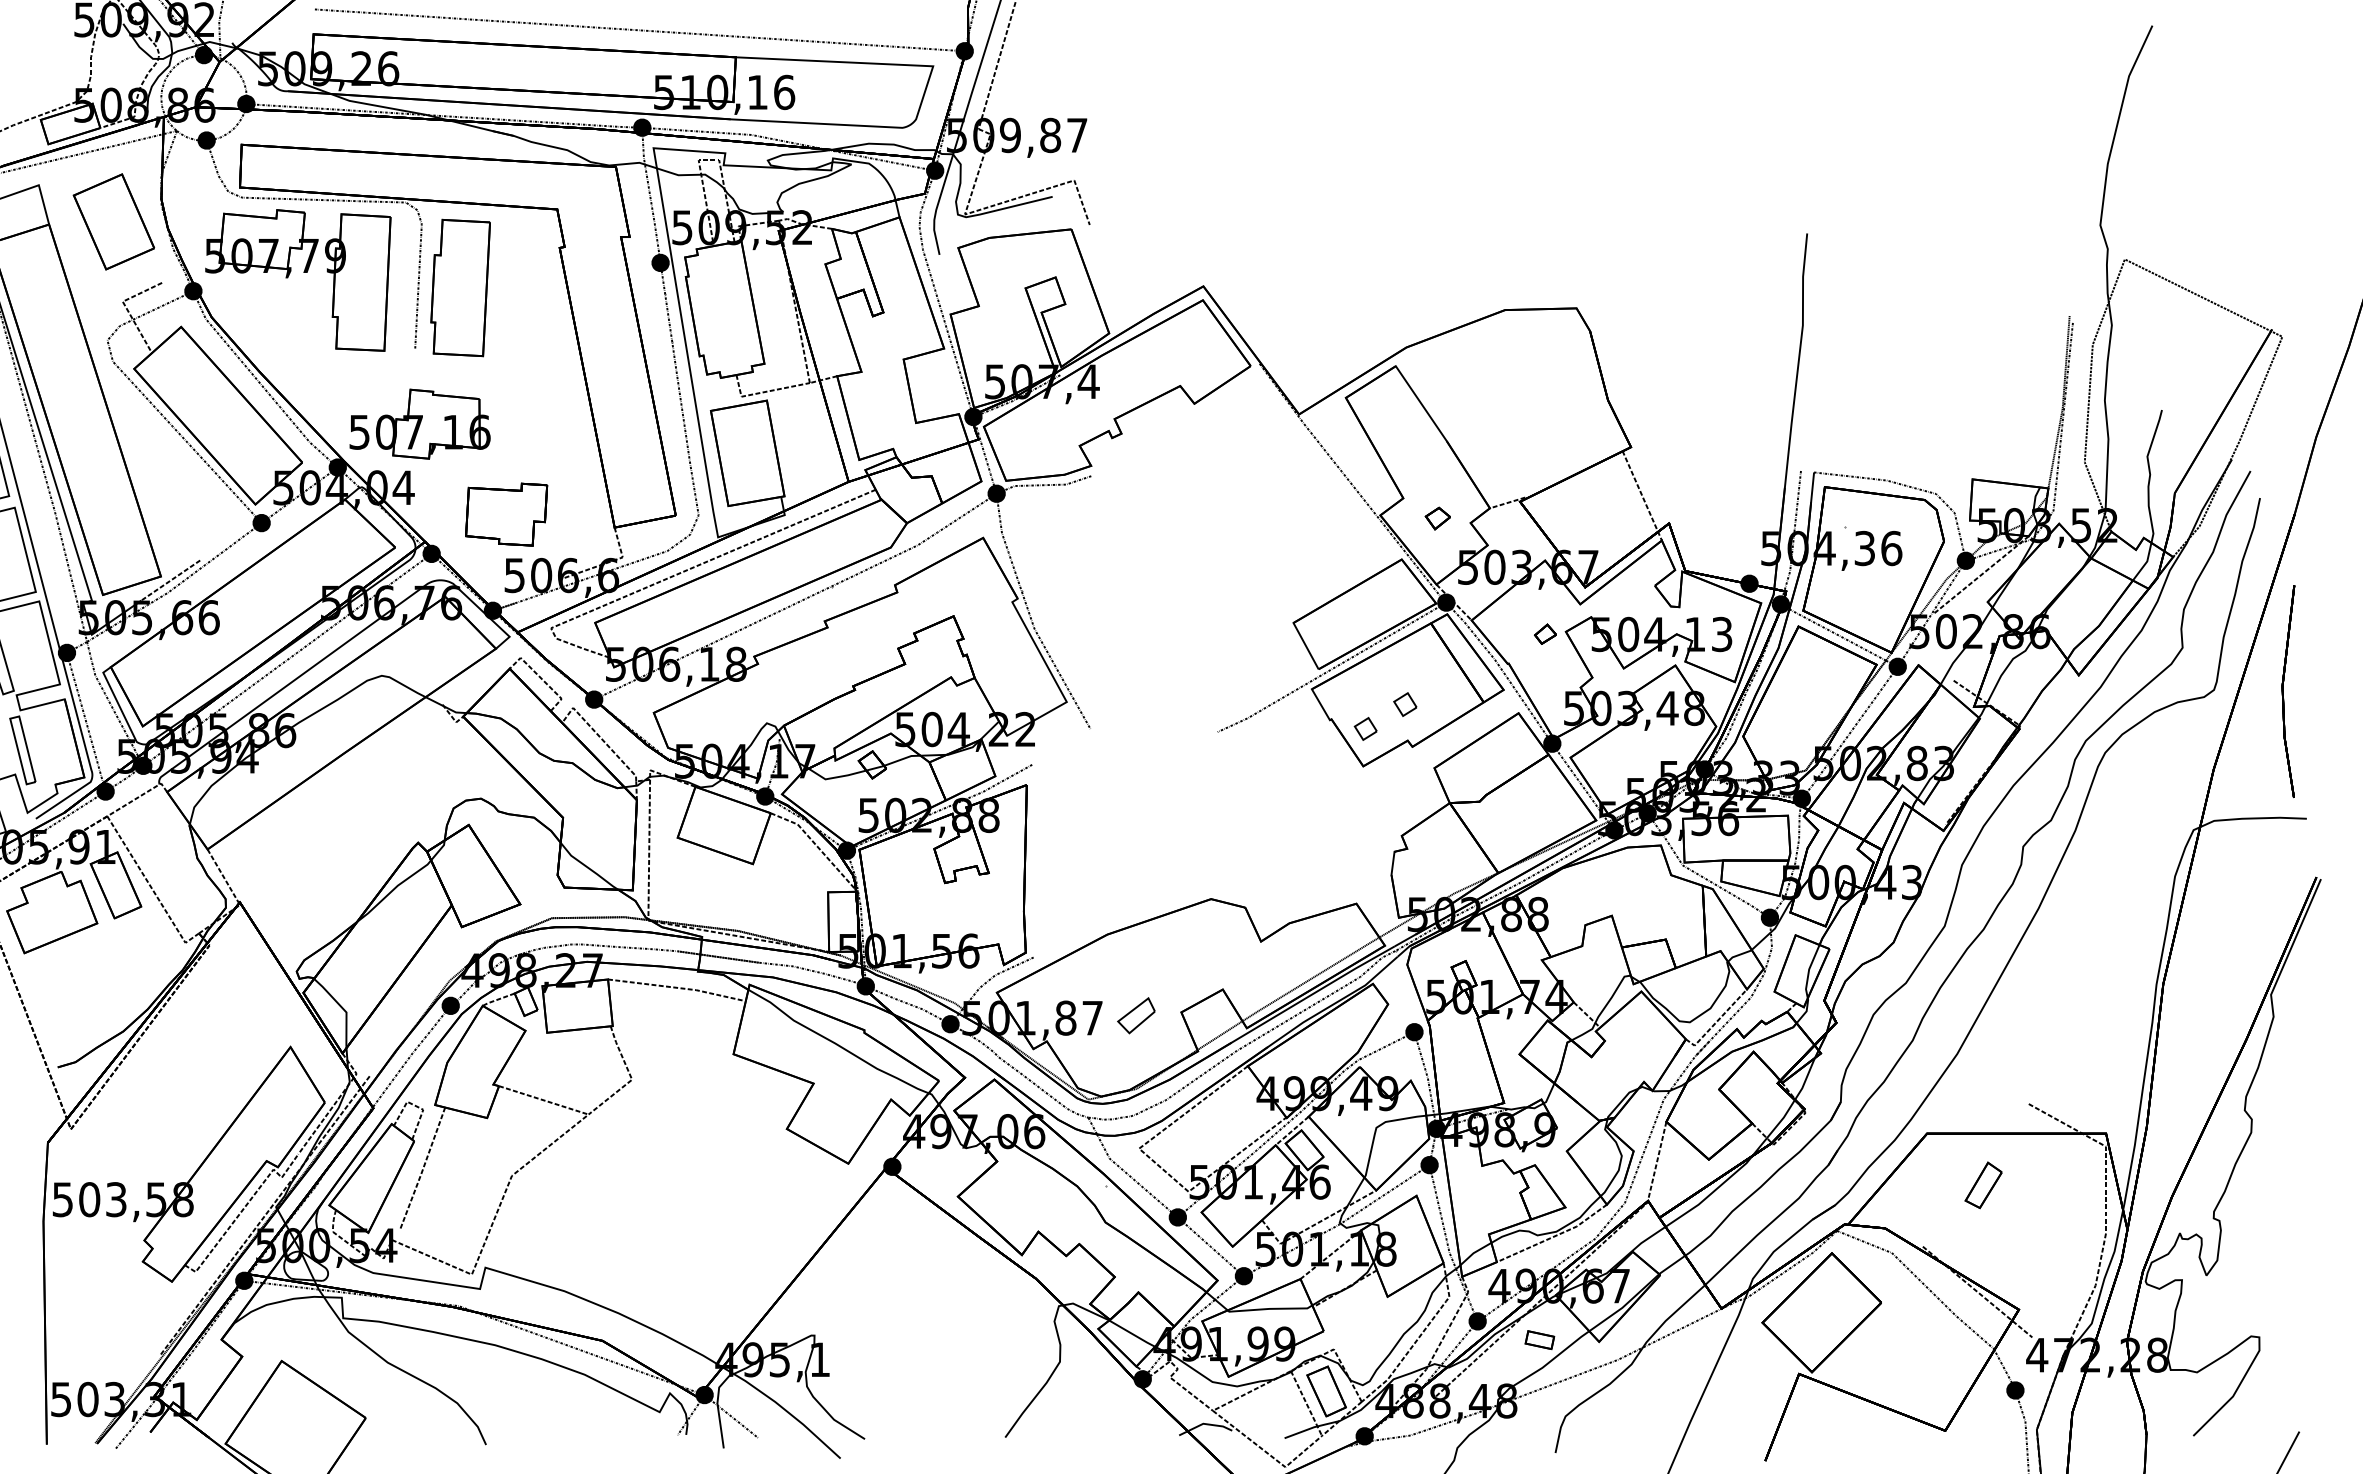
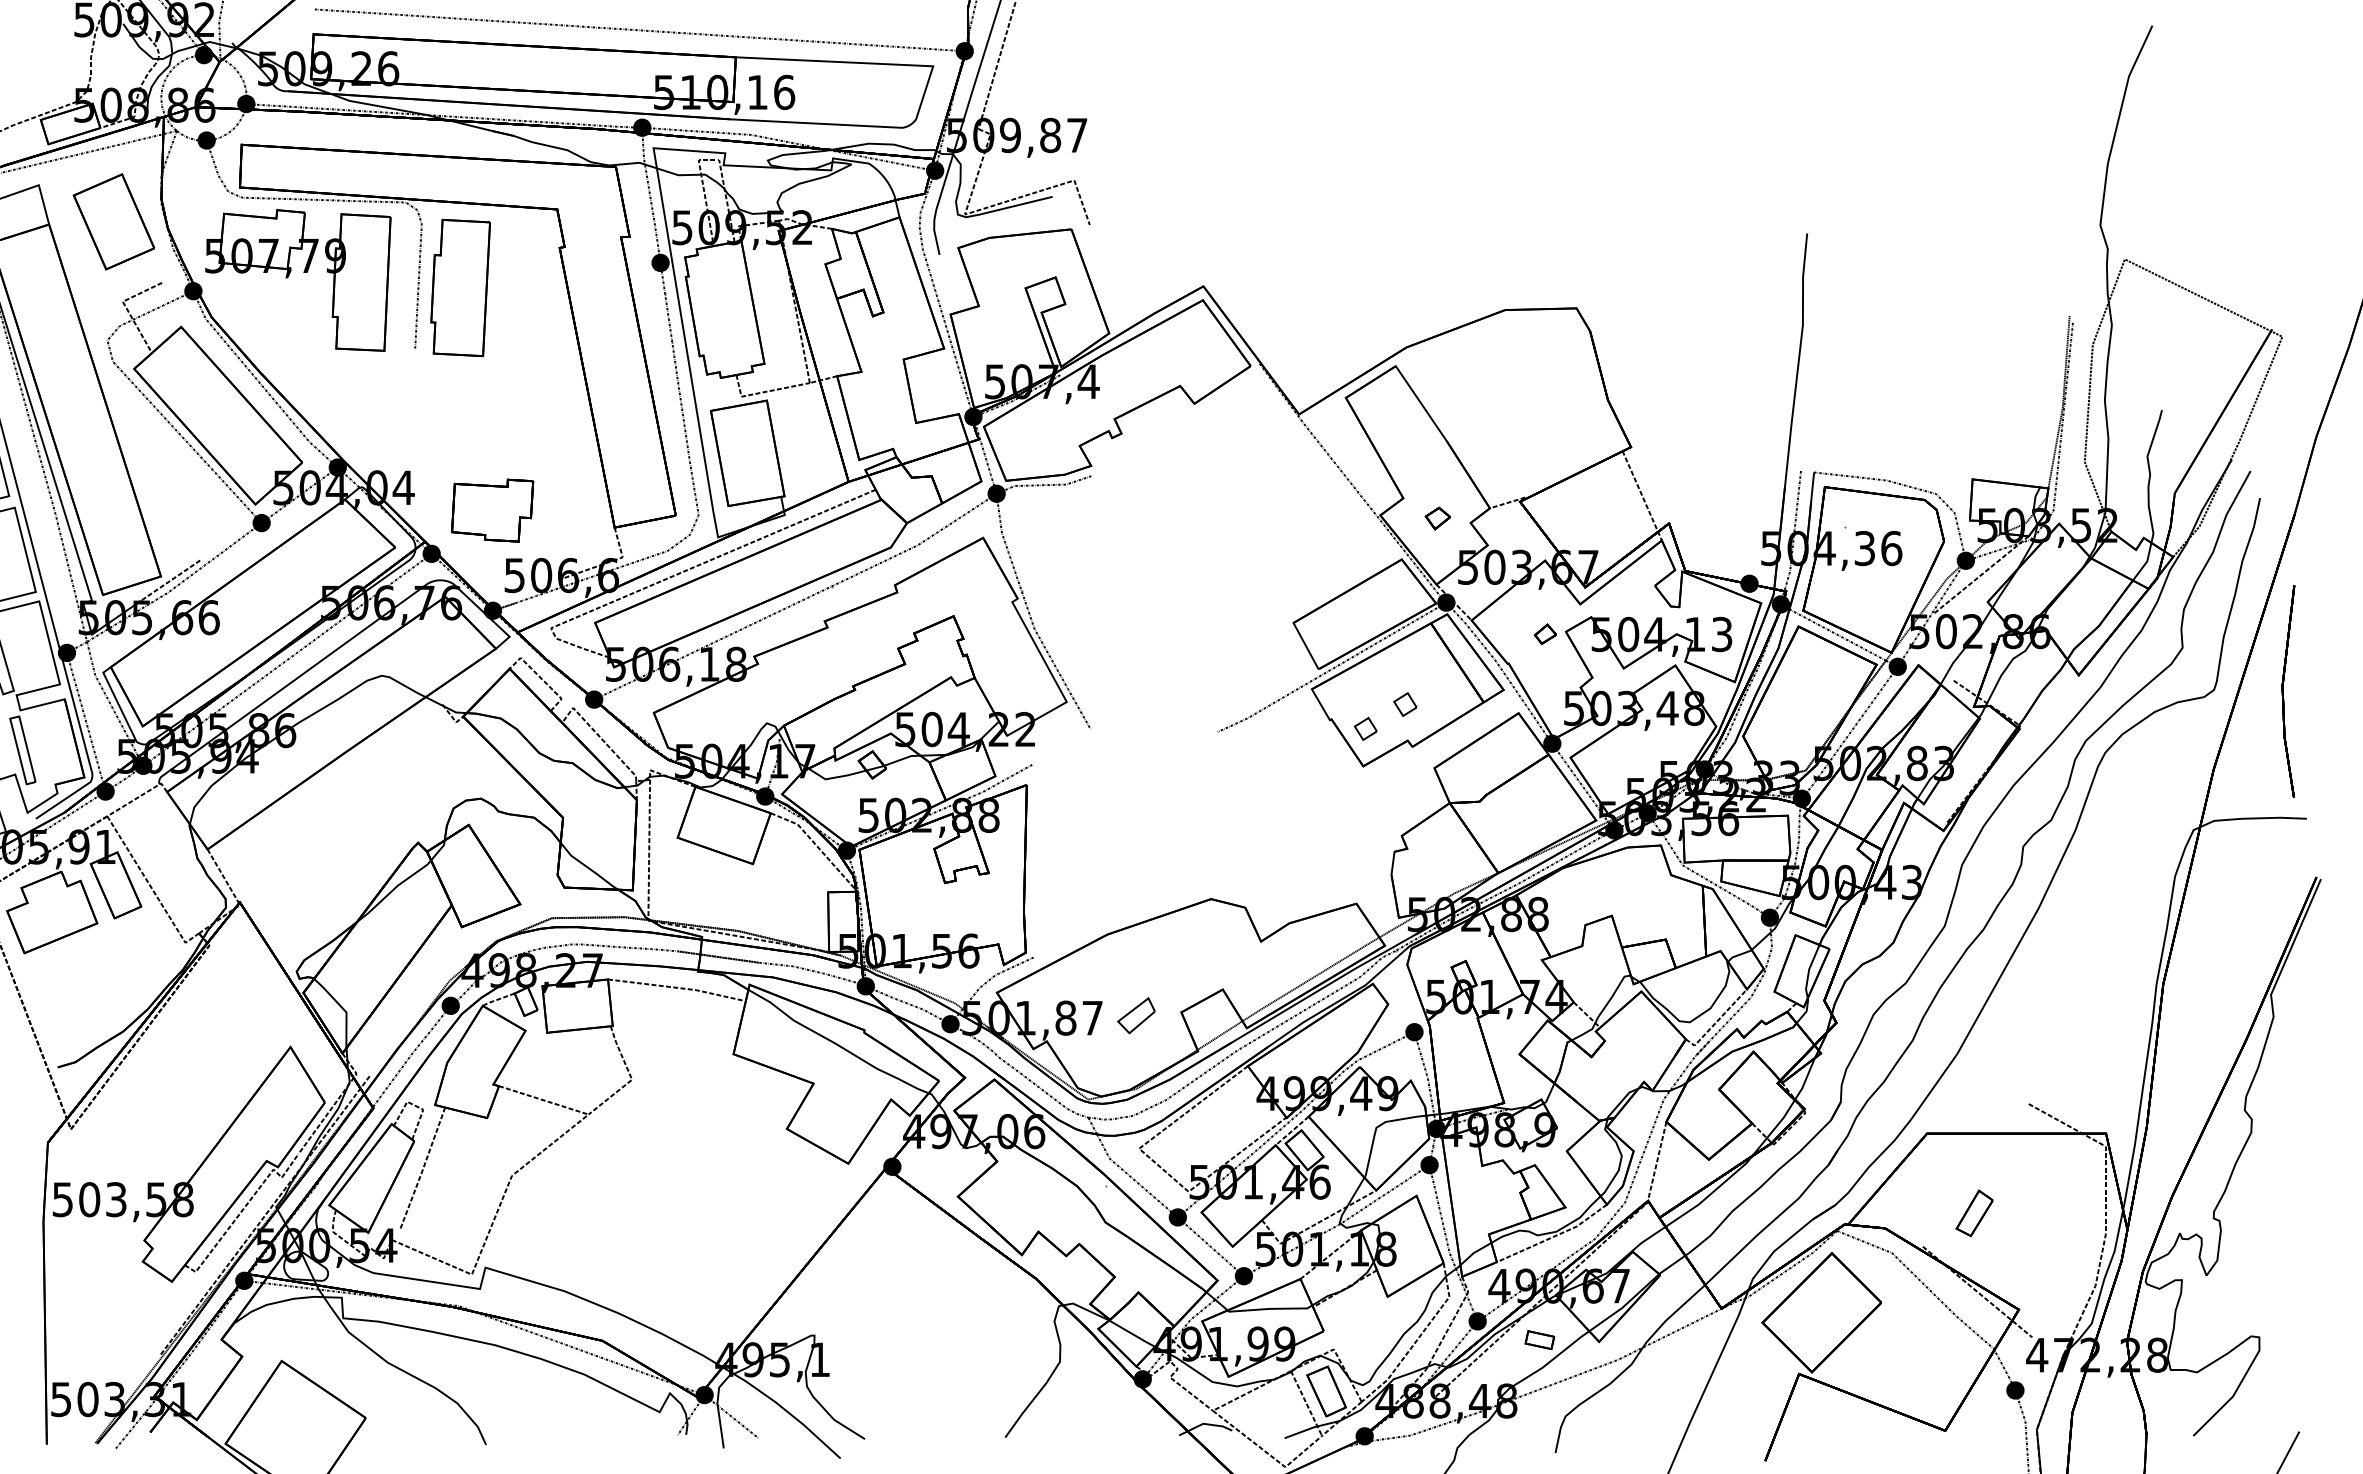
part at (419, 423): present -> none
part at (506, 514) position: (506, 514) -> (492, 510)
part at (1983, 1185) position: (1983, 1185) -> (1974, 1213)
